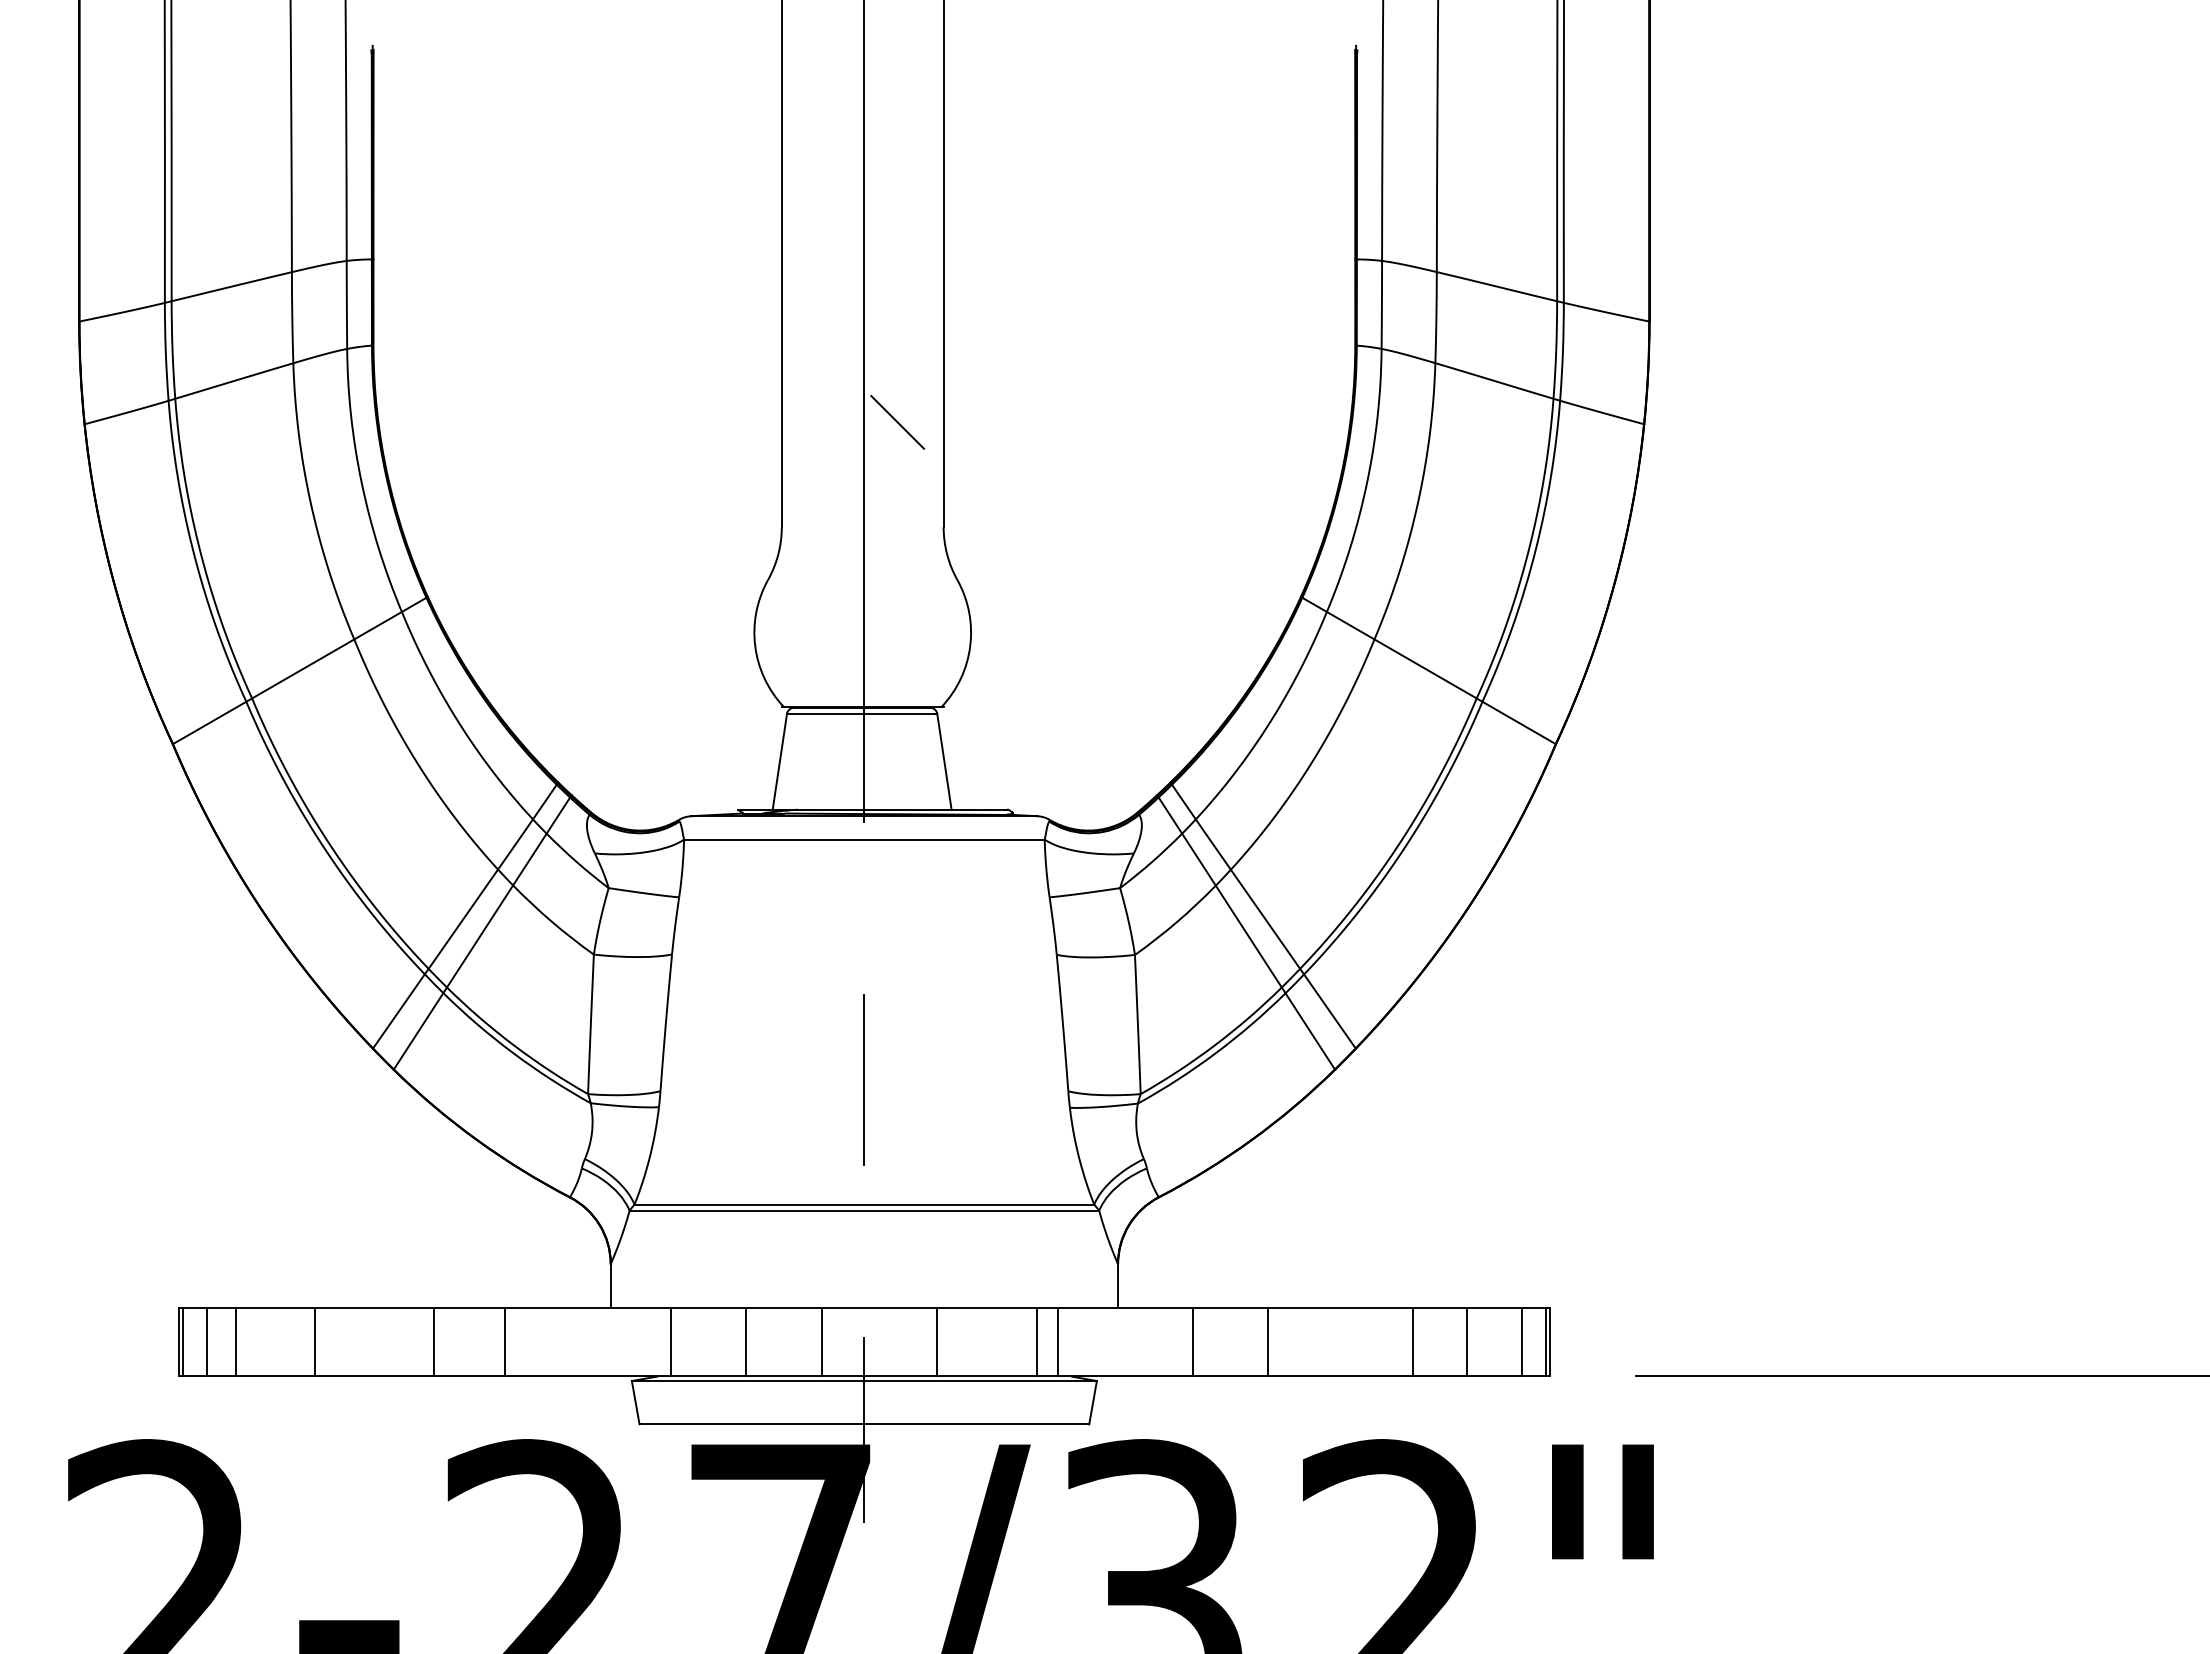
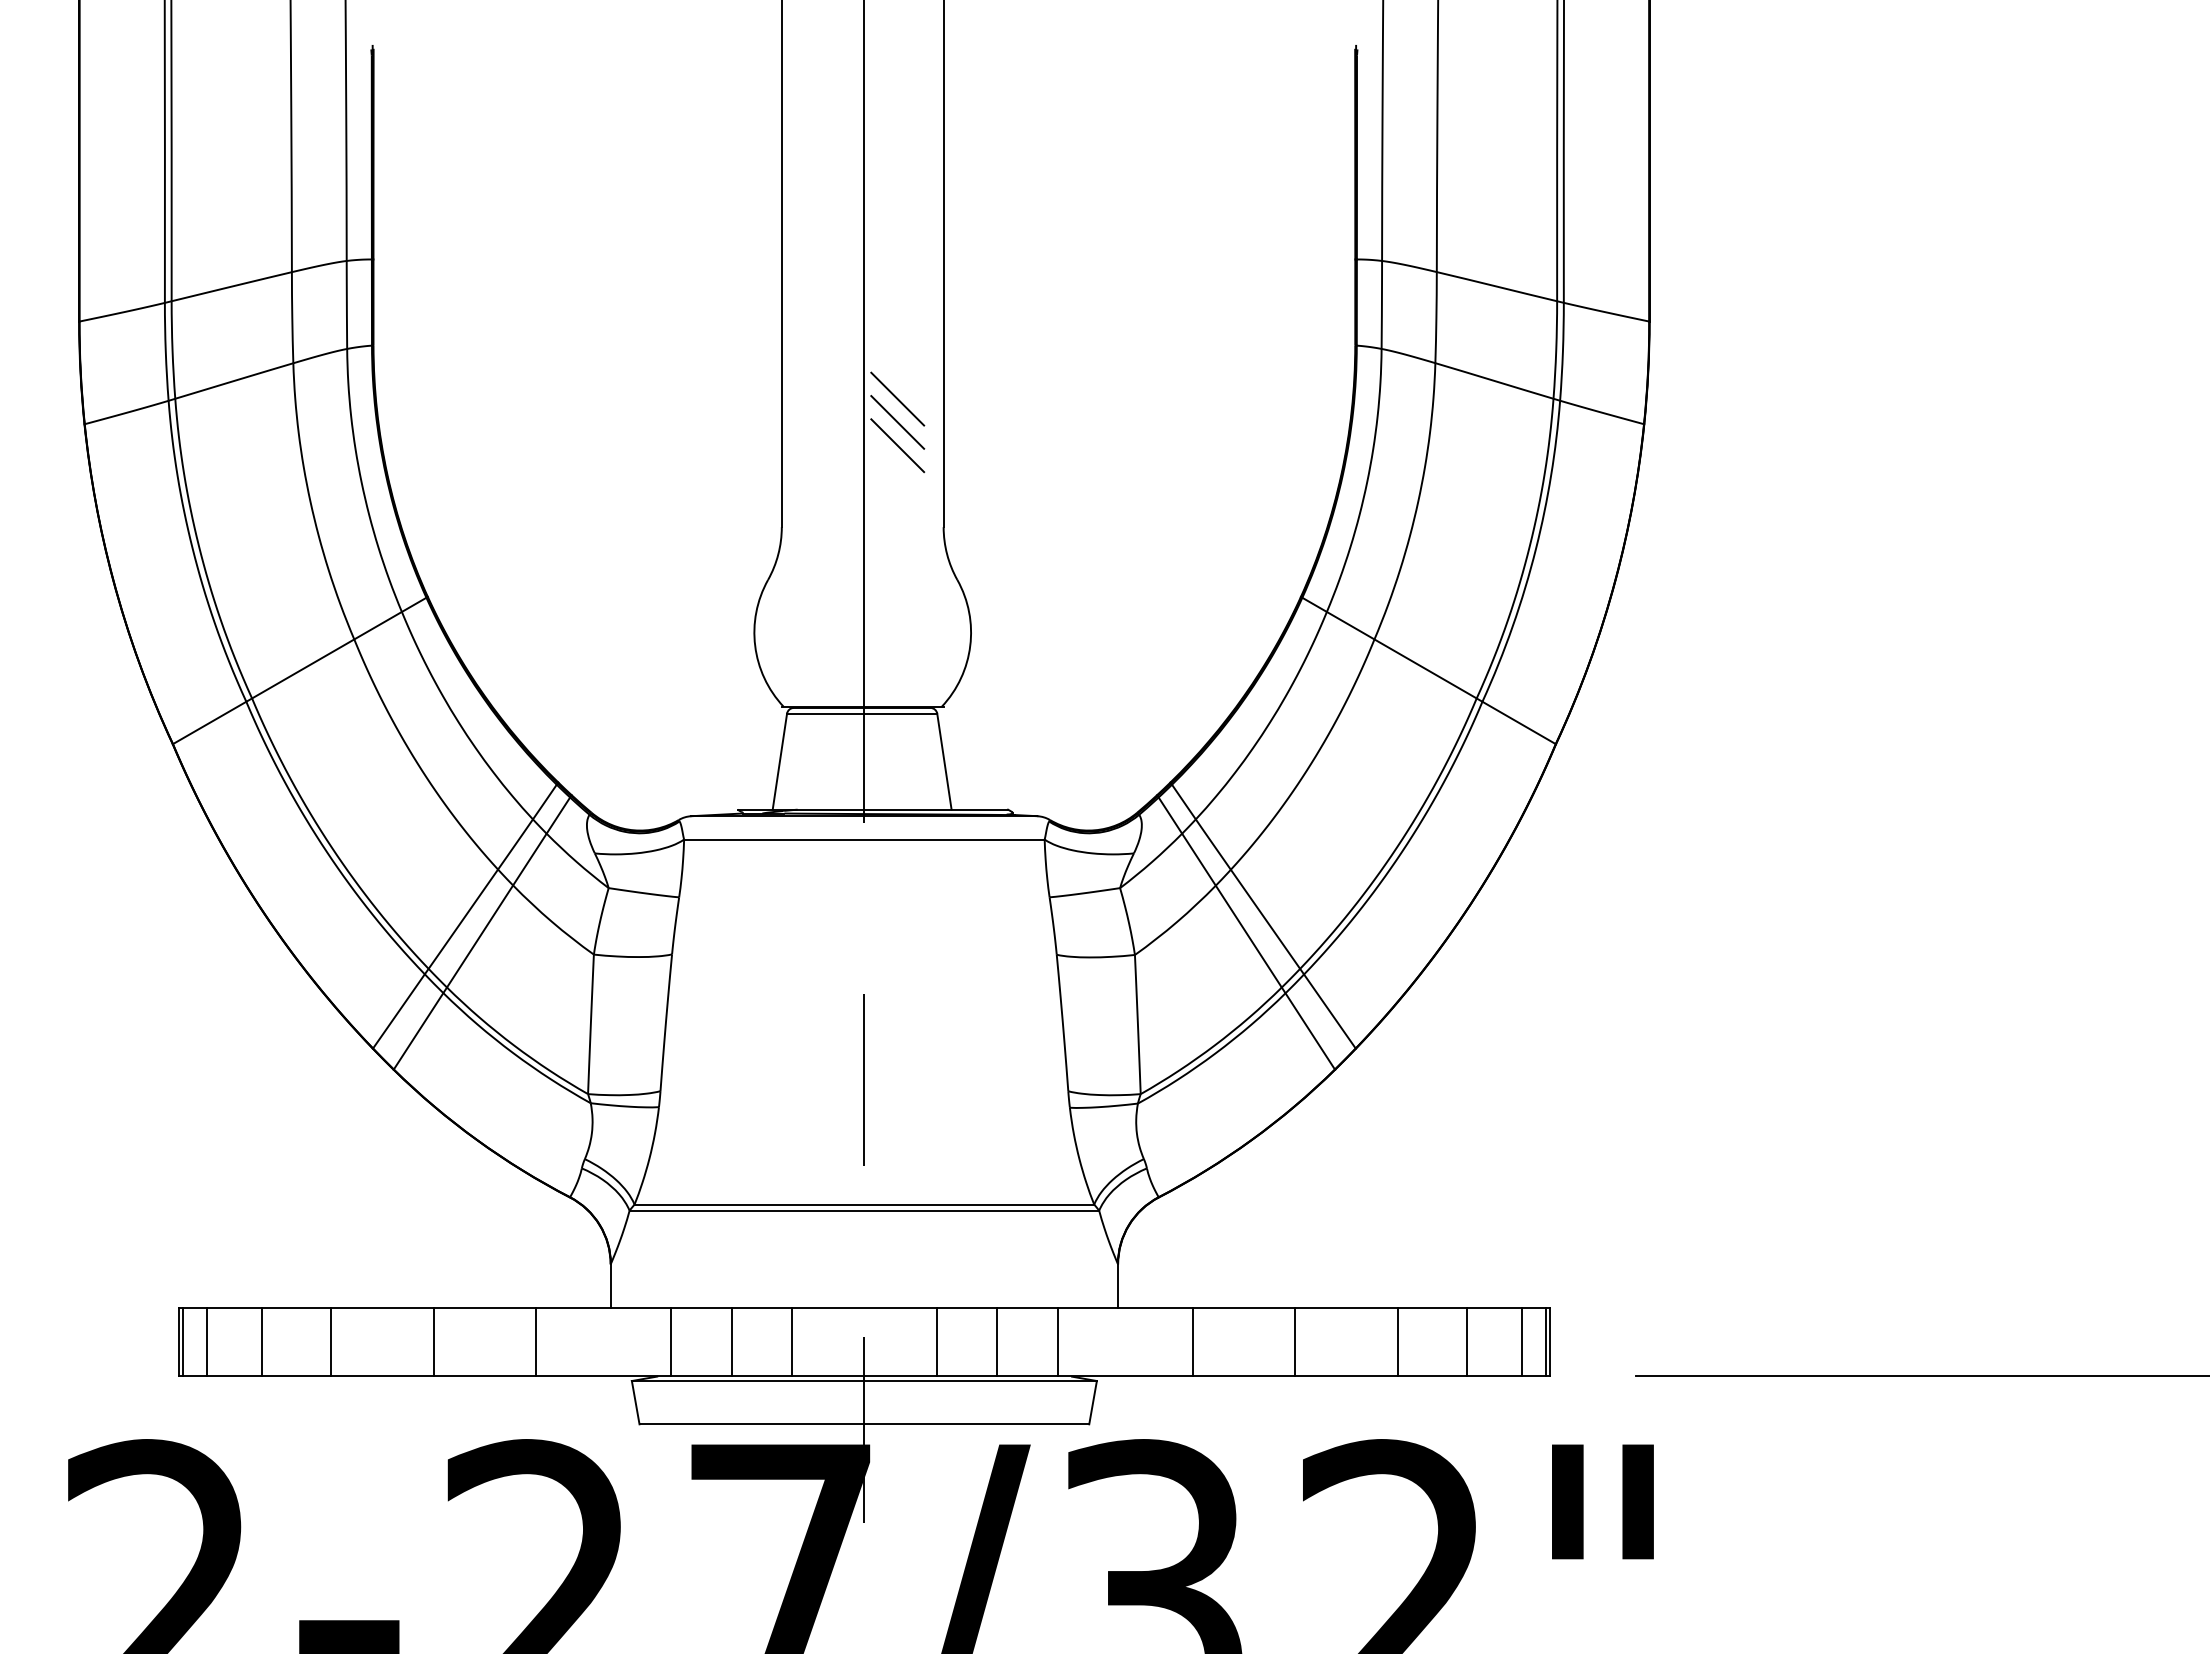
line at (897, 398): none -> present
line at (897, 445): none -> present
line at (236, 1341) position: (236, 1341) -> (262, 1341)
line at (314, 1341) position: (314, 1341) -> (330, 1341)
line at (505, 1341) position: (505, 1341) -> (536, 1341)
line at (746, 1341) position: (746, 1341) -> (732, 1341)
line at (821, 1341) position: (821, 1341) -> (791, 1341)
line at (1036, 1341) position: (1036, 1341) -> (996, 1341)
line at (1268, 1341) position: (1268, 1341) -> (1295, 1341)
line at (1412, 1341) position: (1412, 1341) -> (1397, 1341)
